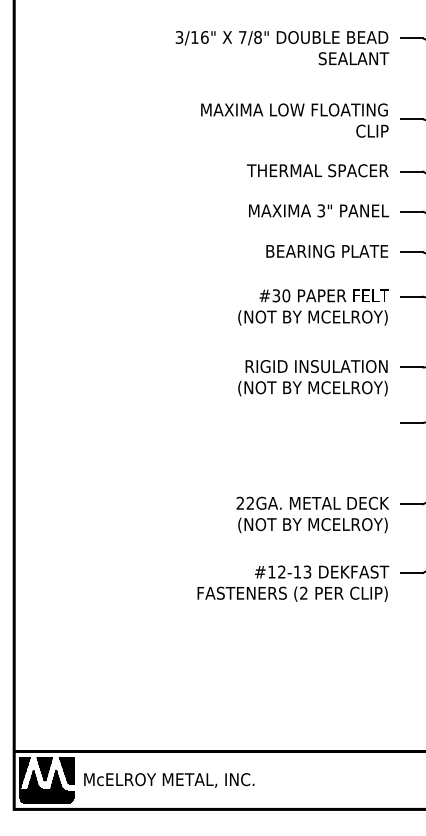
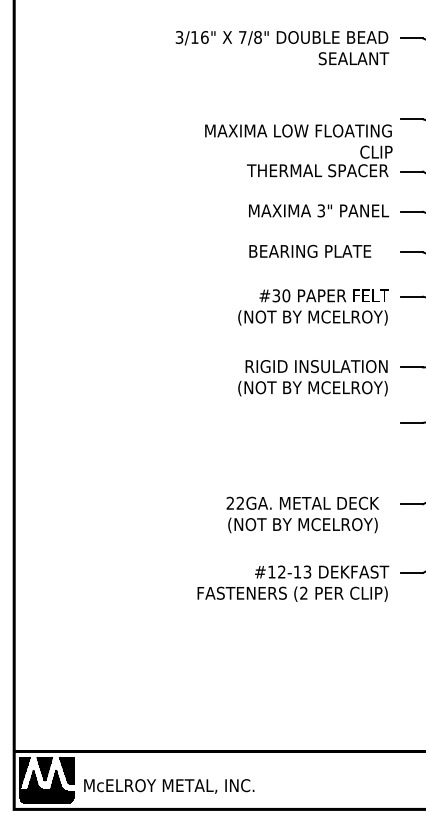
text at (294, 120) position: (294, 120) -> (298, 141)
text at (327, 250) position: (327, 250) -> (310, 250)
text at (312, 514) position: (312, 514) -> (302, 514)
text at (169, 780) position: (169, 780) -> (169, 786)
